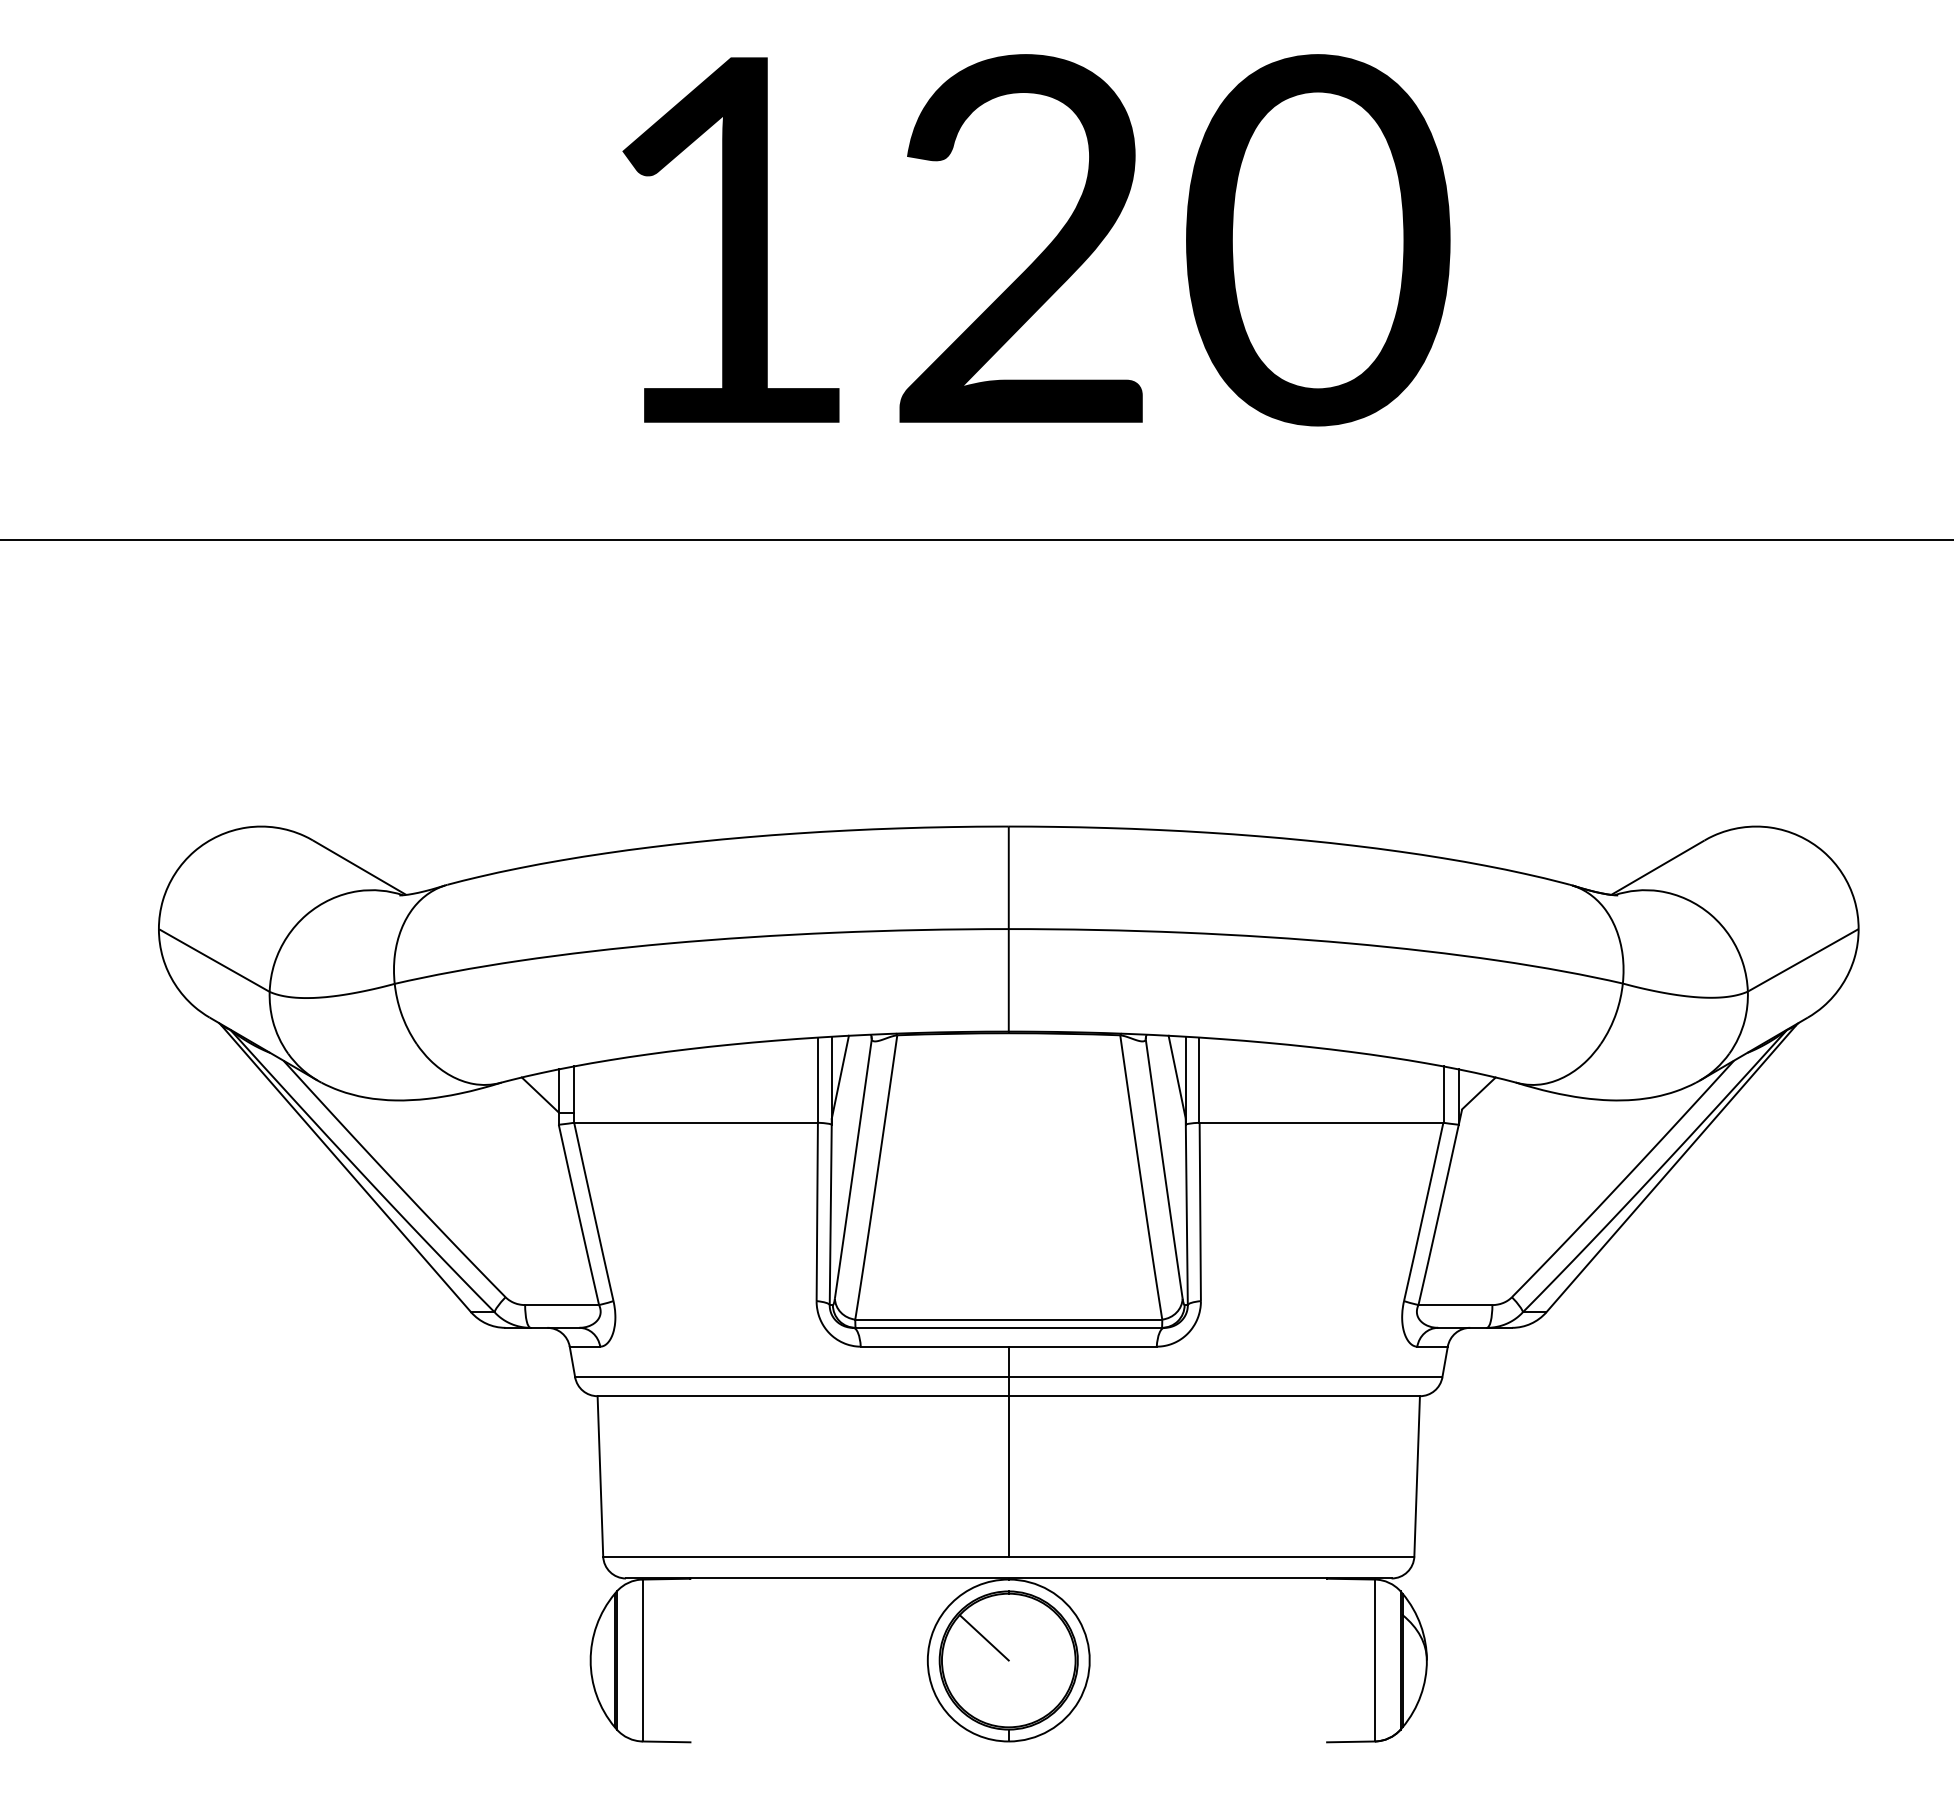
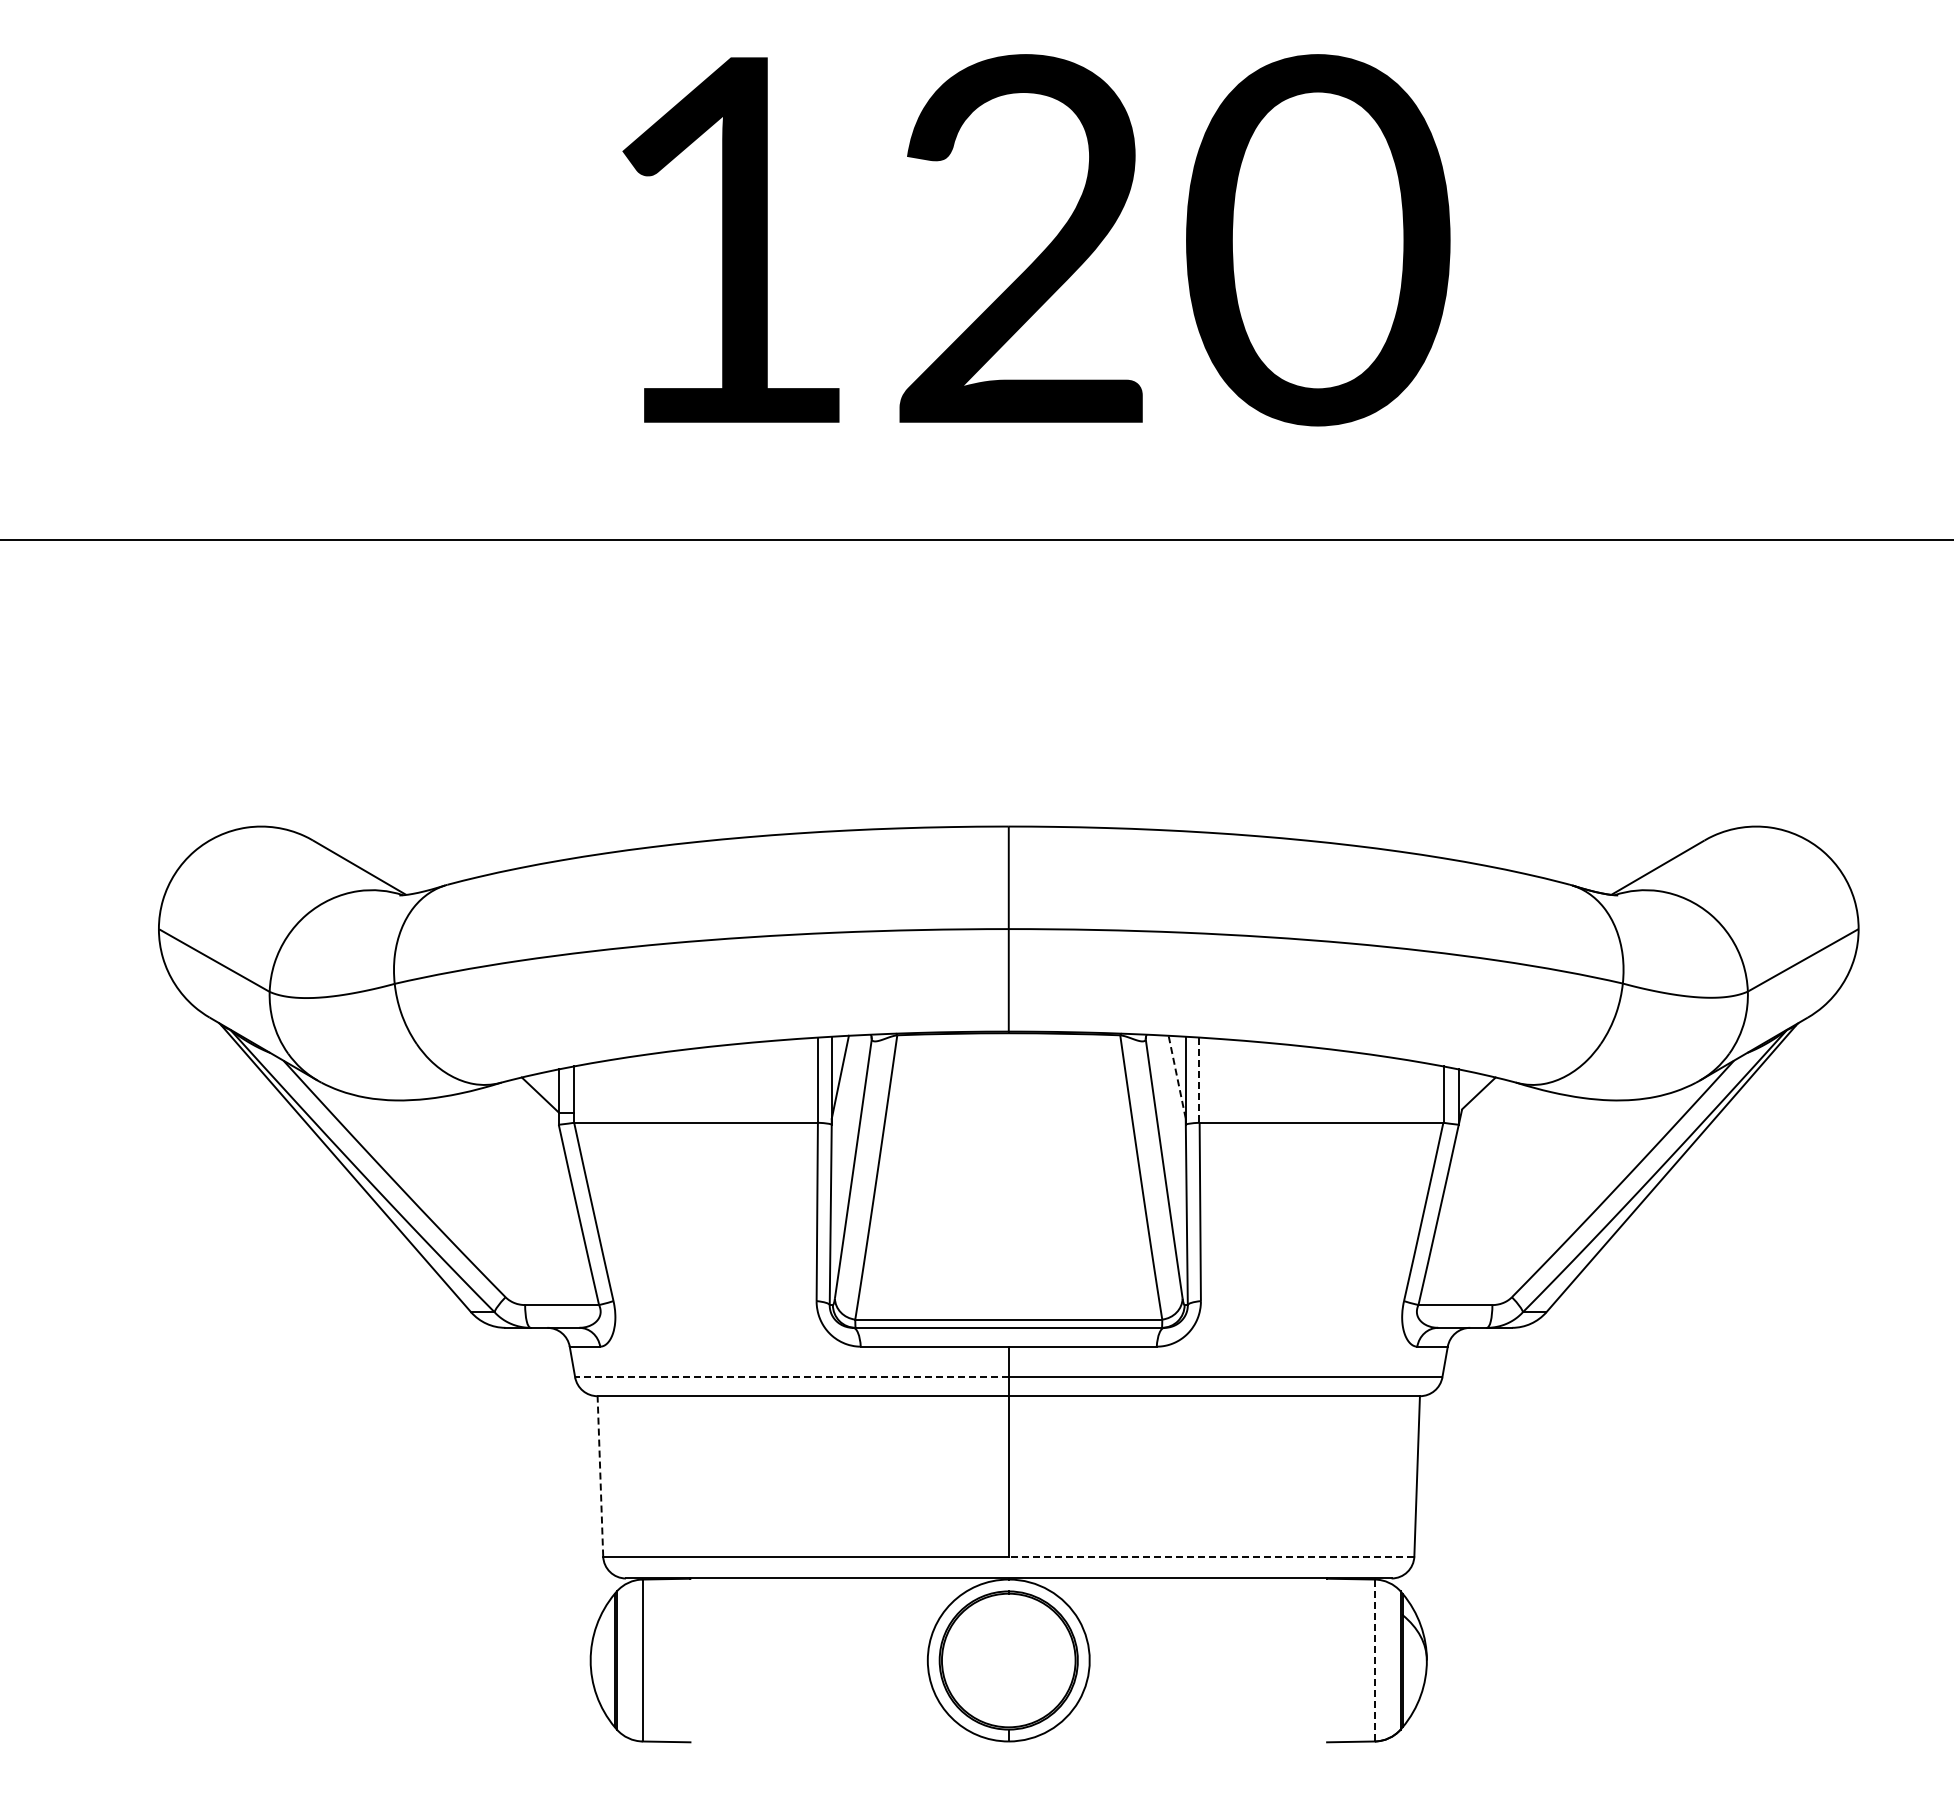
line at (1177, 1076): solid -> dashed
line at (1199, 1080): solid -> dashed
line at (791, 1377): solid -> dashed
line at (600, 1475): solid -> dashed
line at (1211, 1556): solid -> dashed
line at (983, 1637): present -> none
line at (1374, 1660): solid -> dashed
